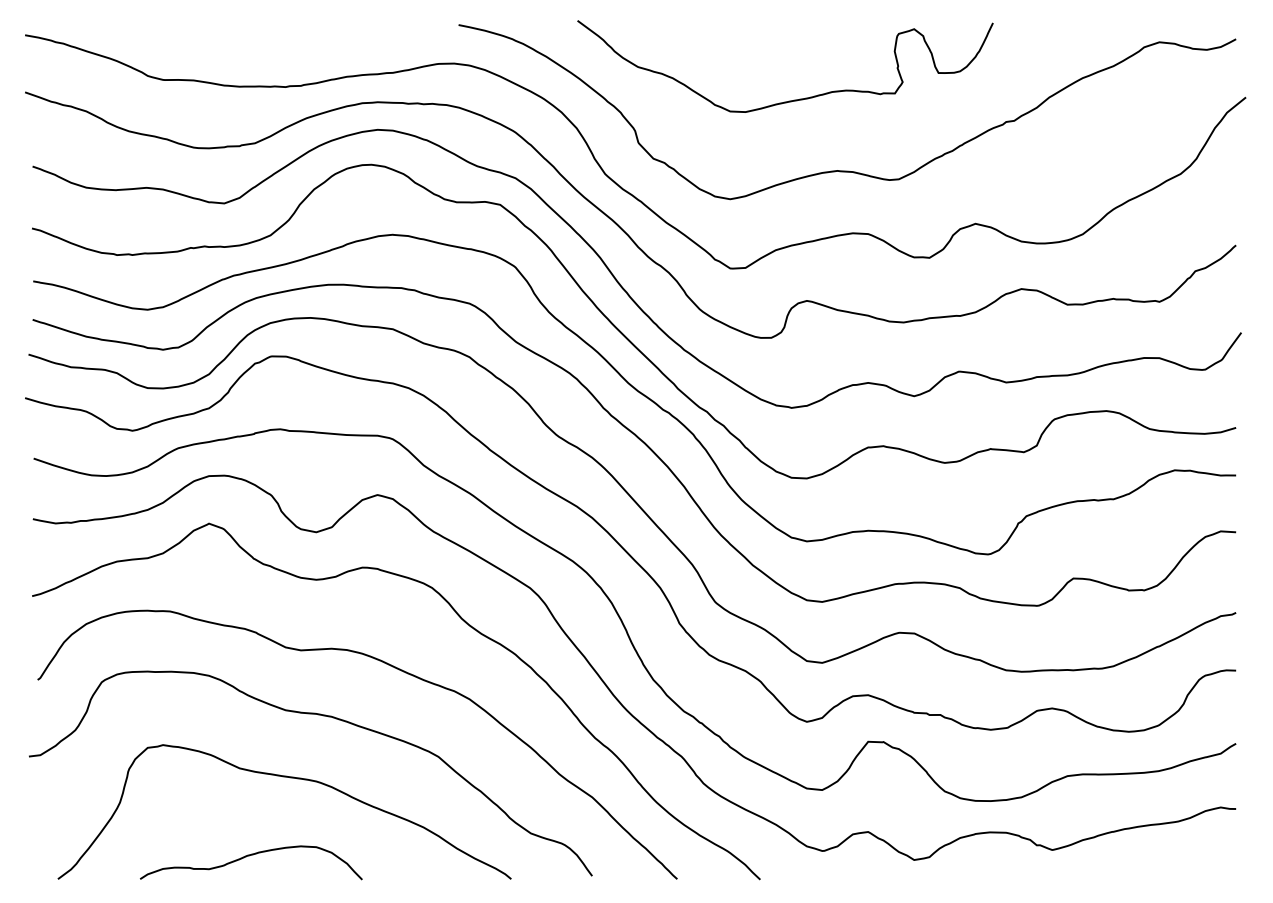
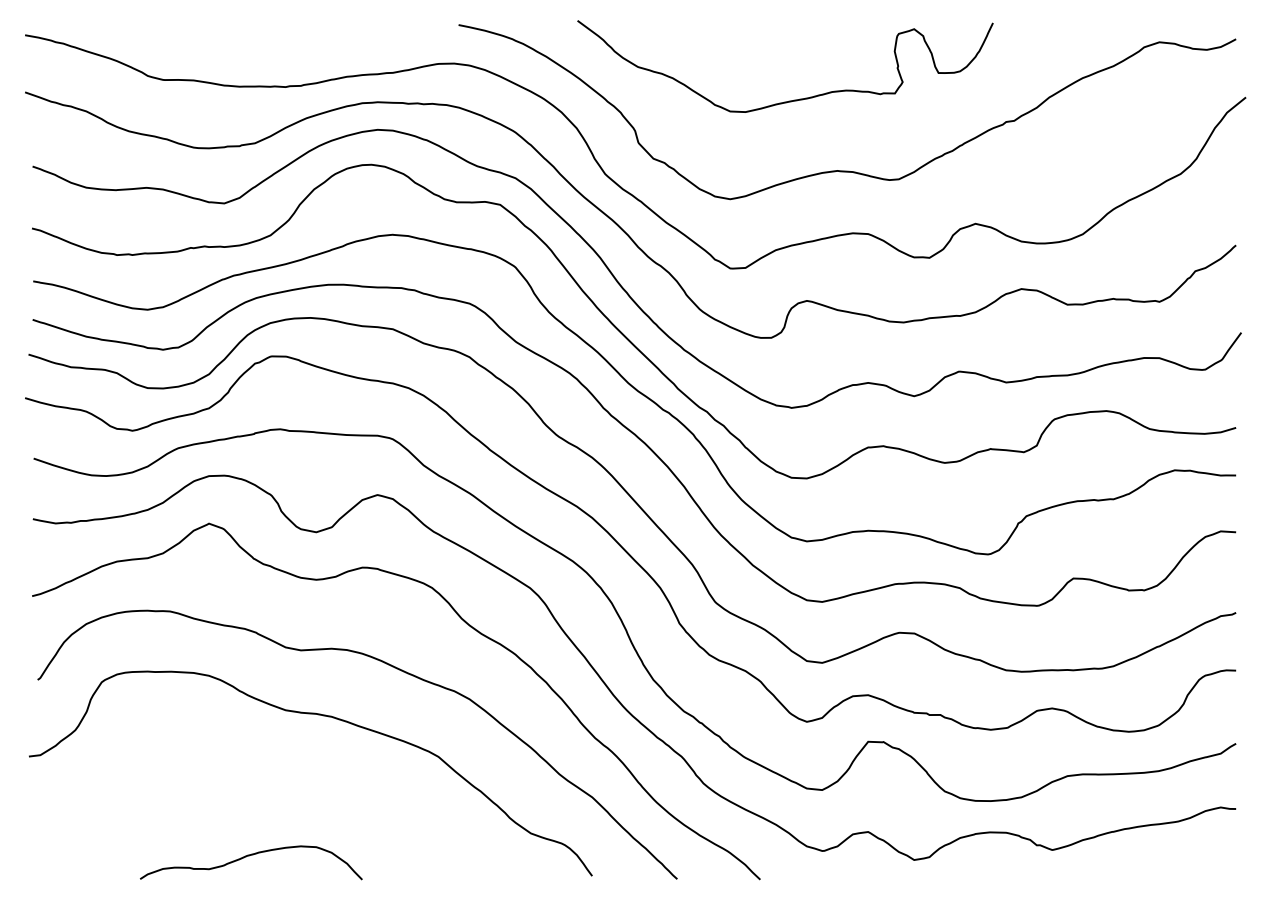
curve at (290, 778): present -> none
